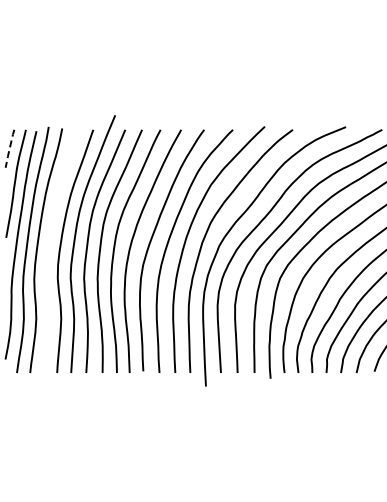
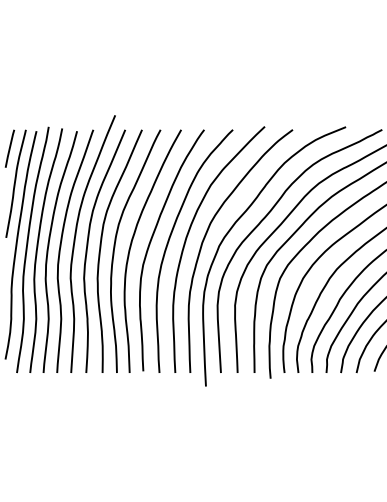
line at (9, 149): dashed -> solid
curve at (48, 251): none -> present
